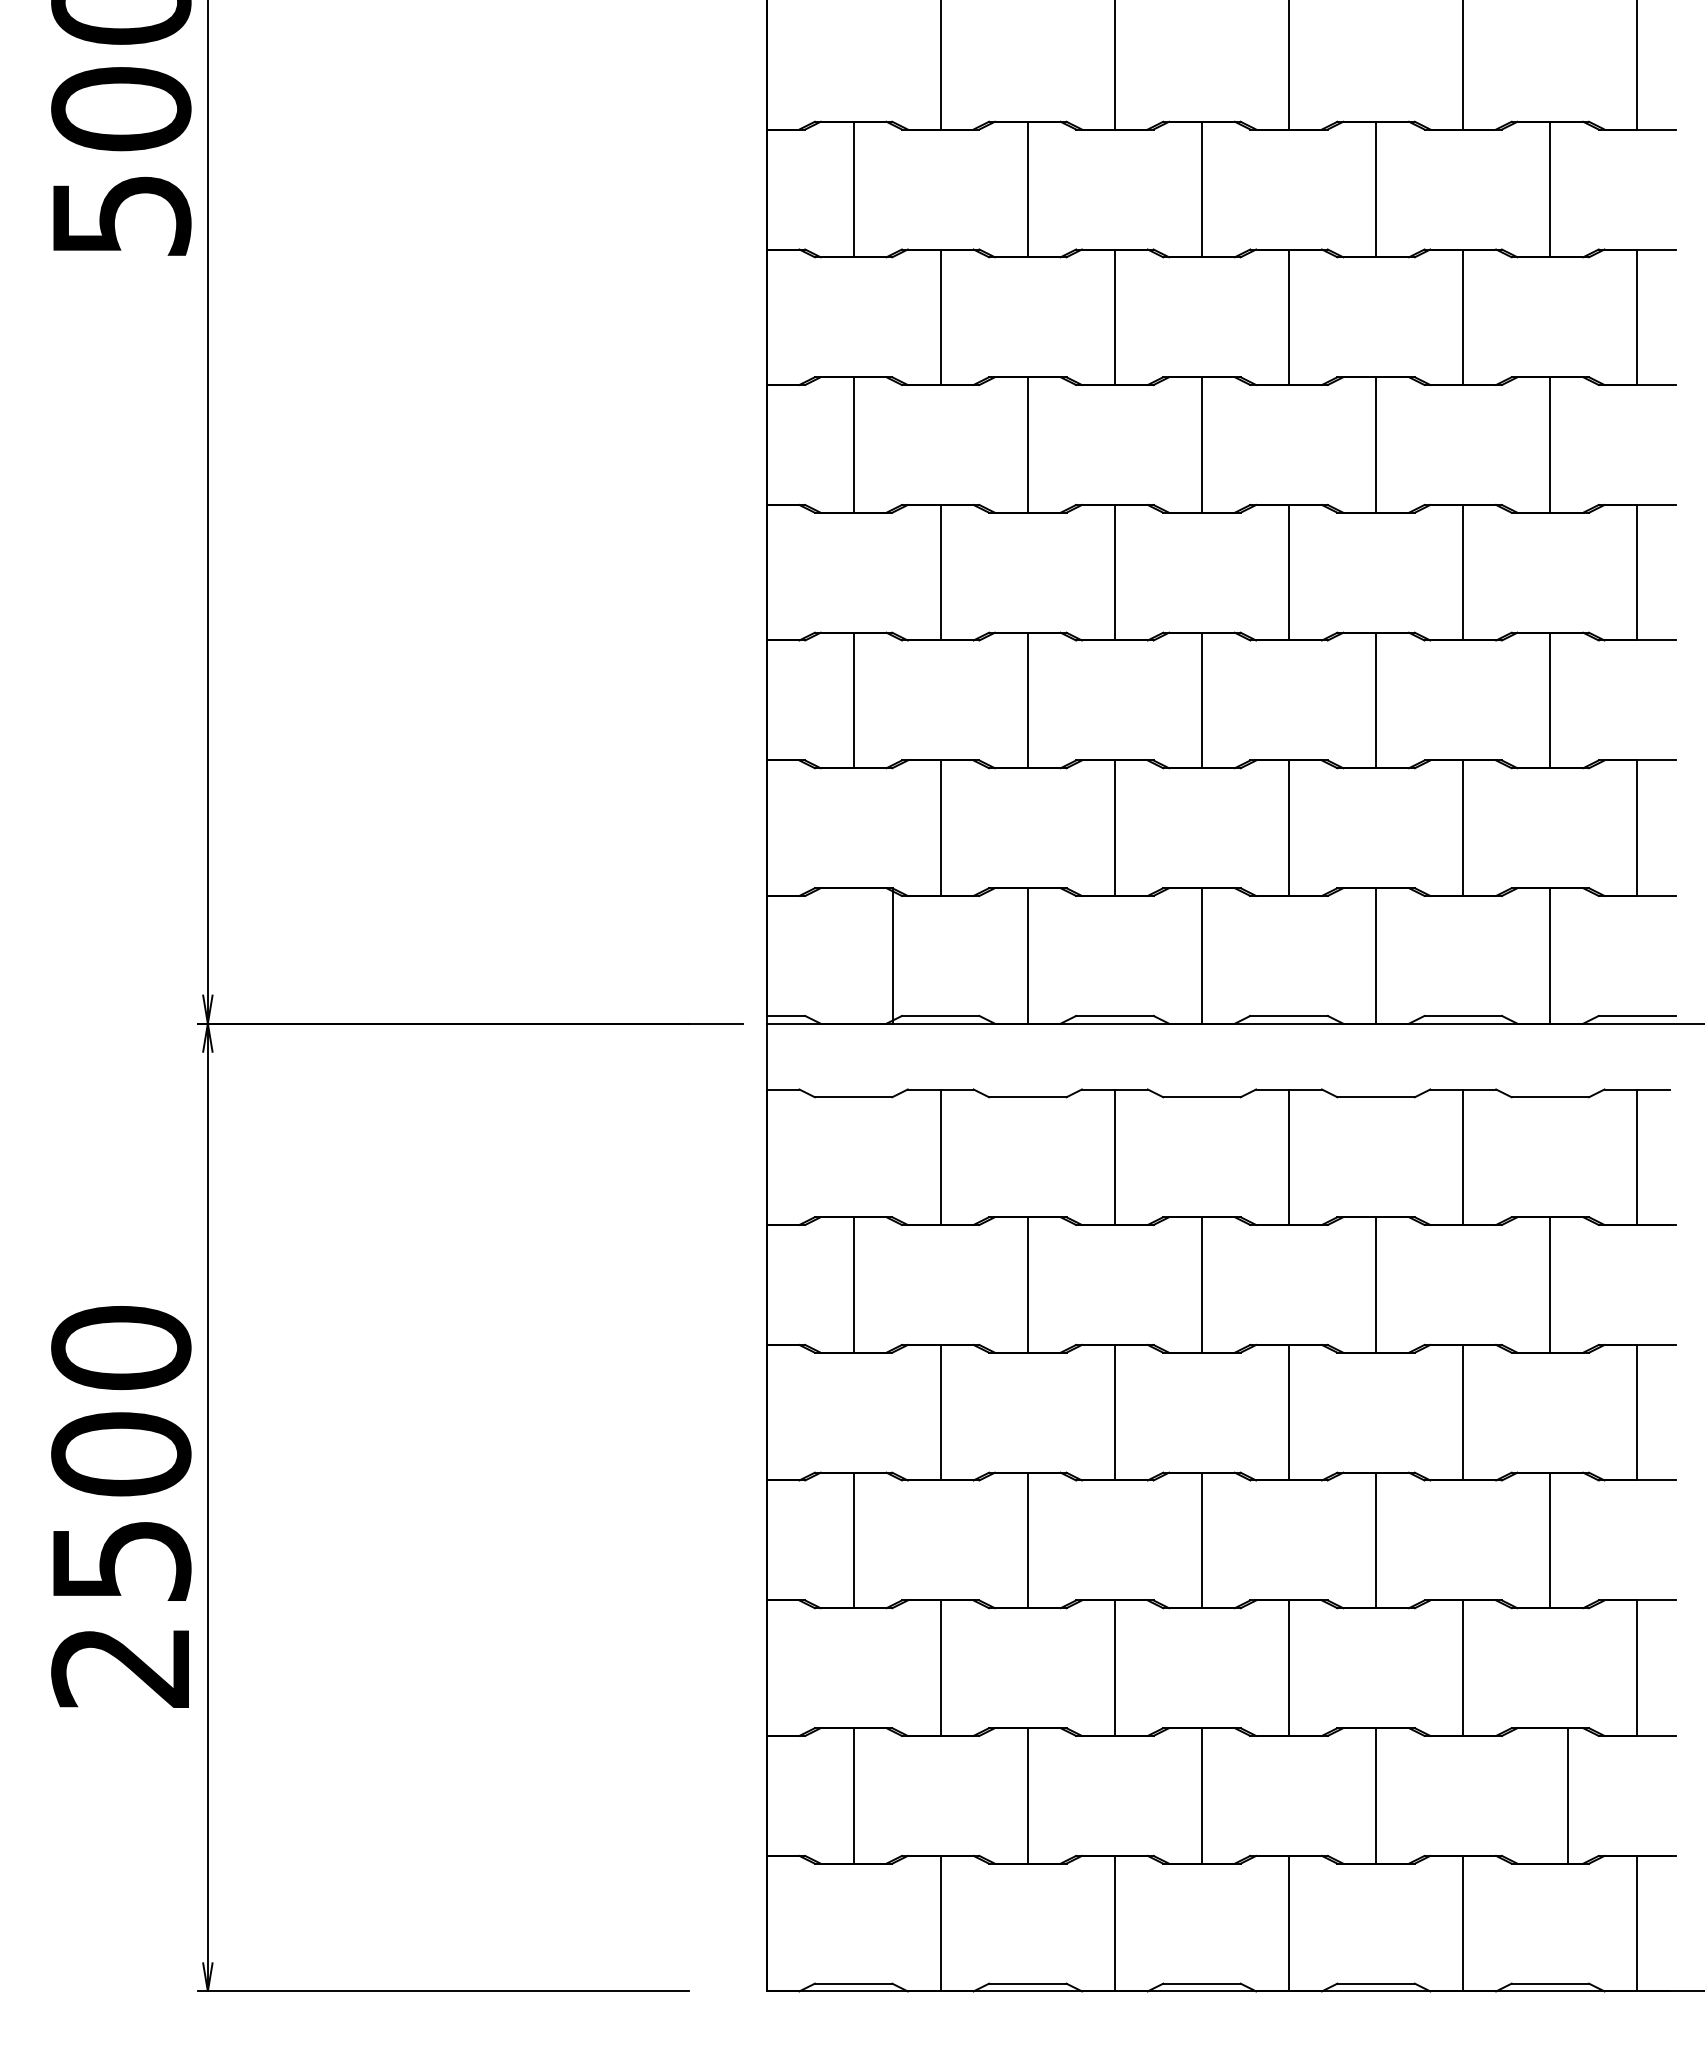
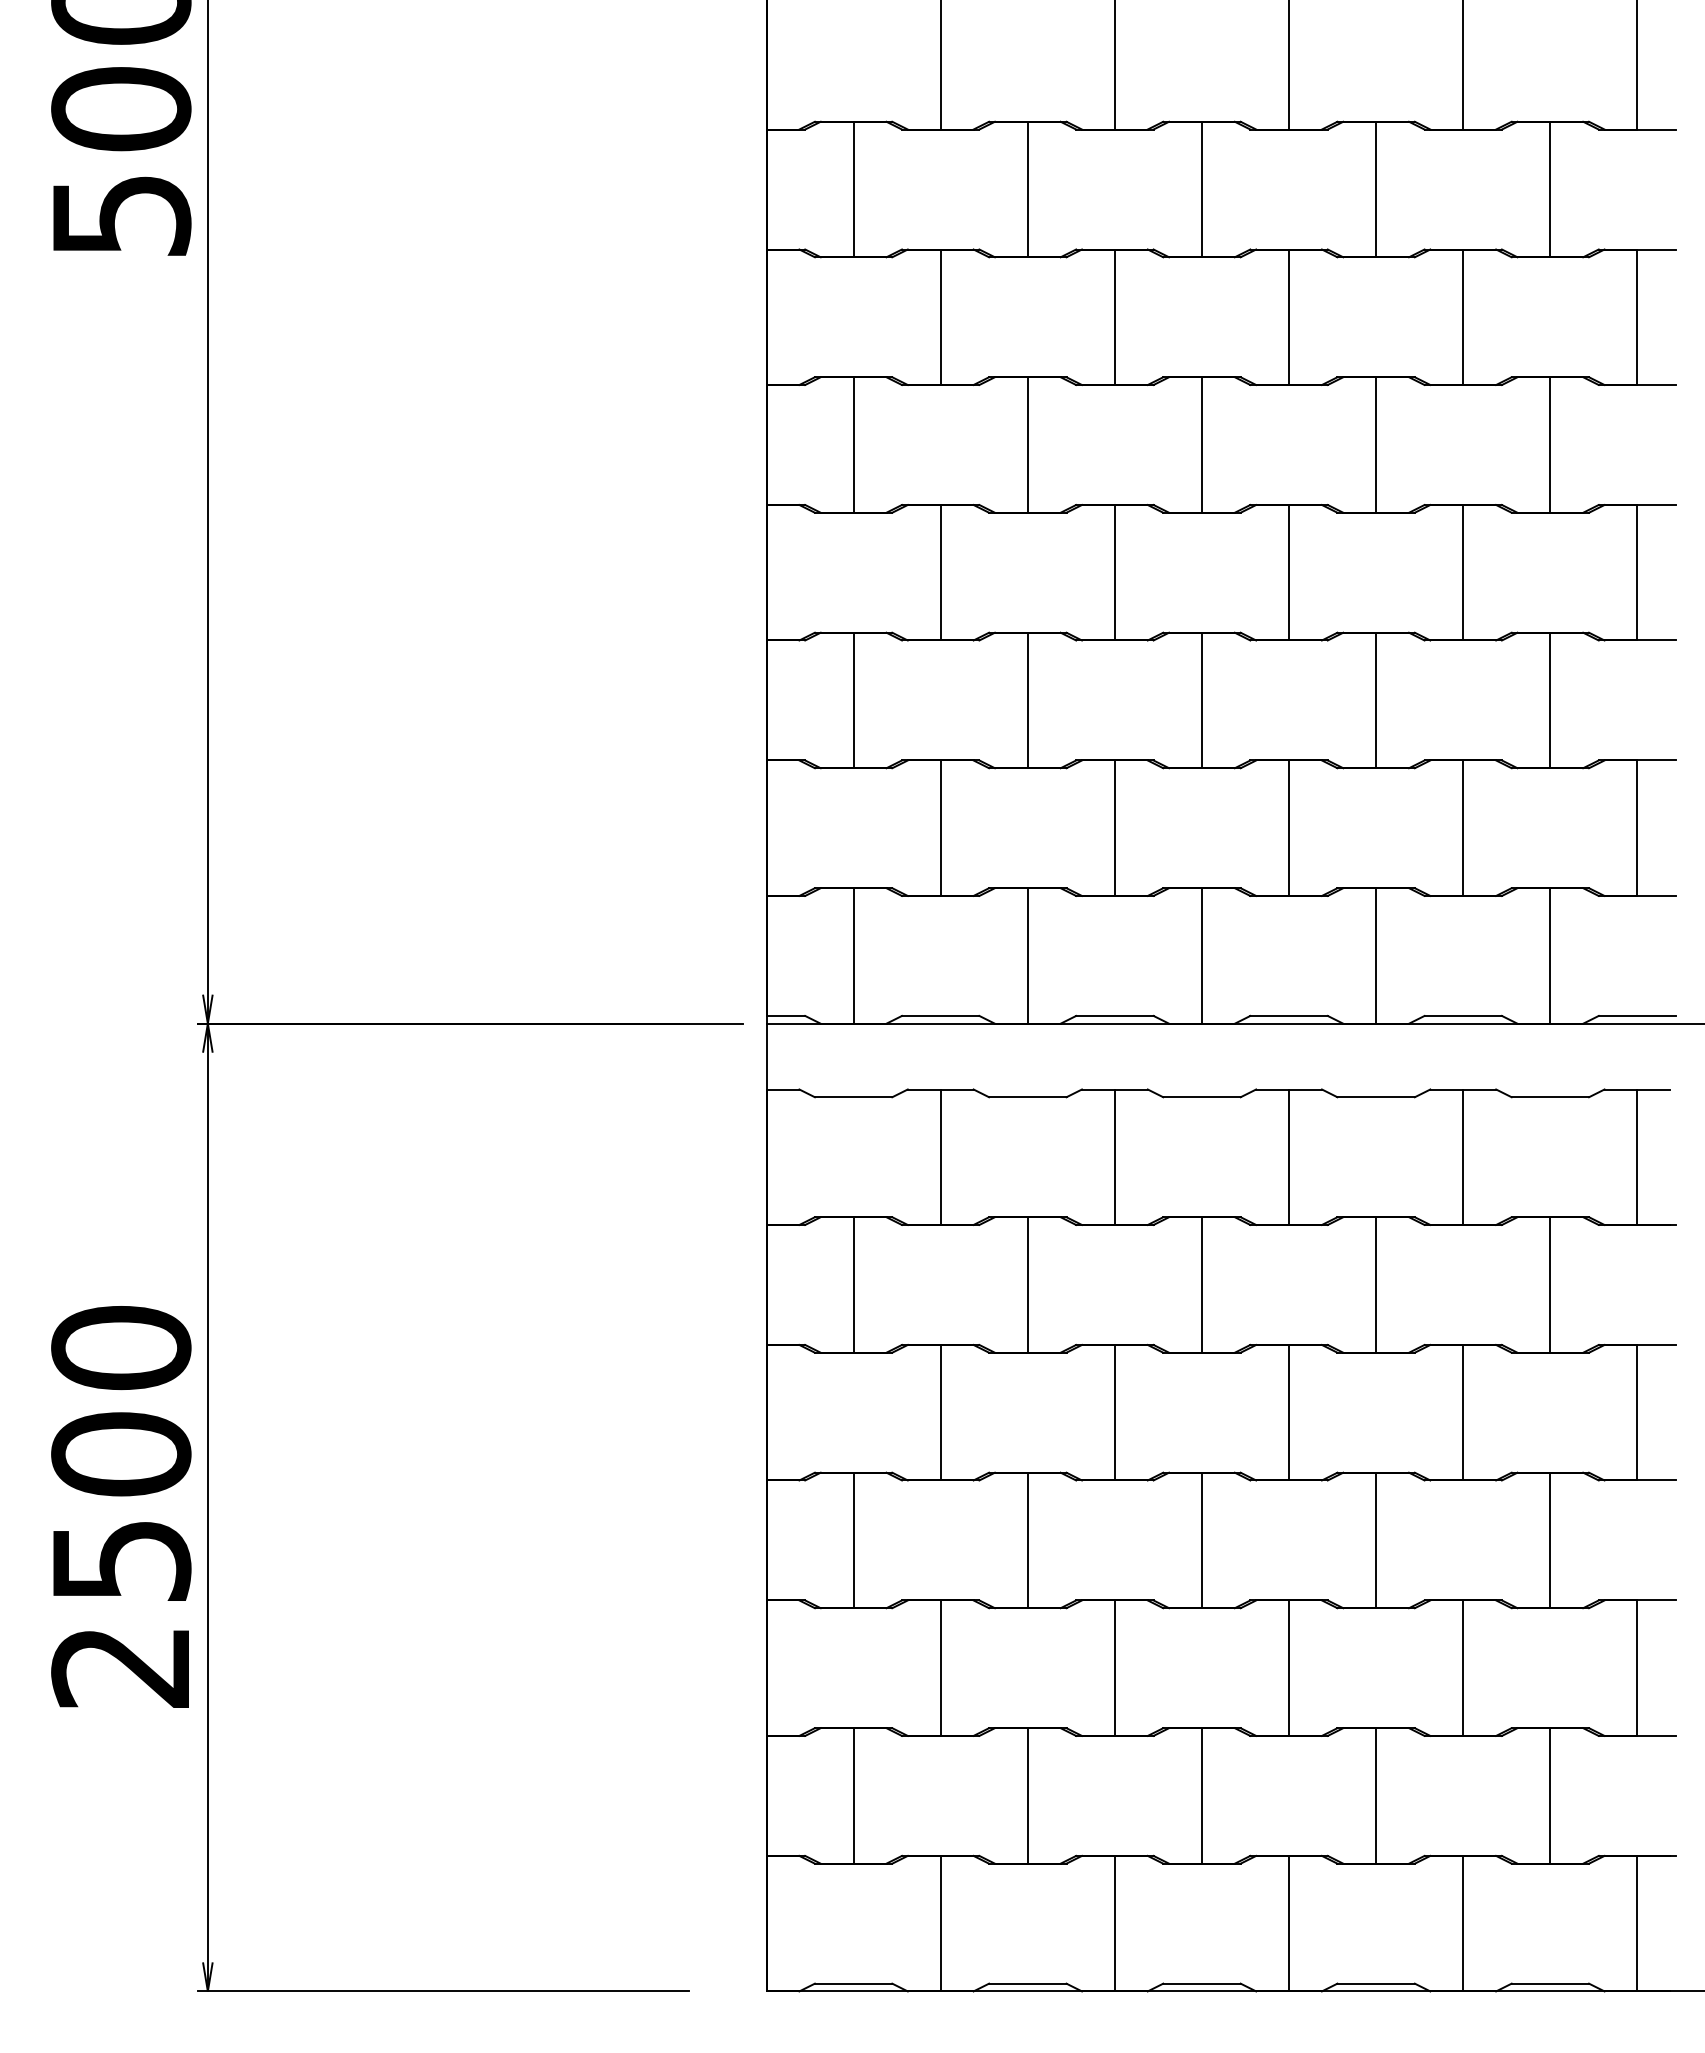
line at (892, 955) position: (892, 955) -> (853, 955)
line at (1568, 1795) position: (1568, 1795) -> (1550, 1795)
